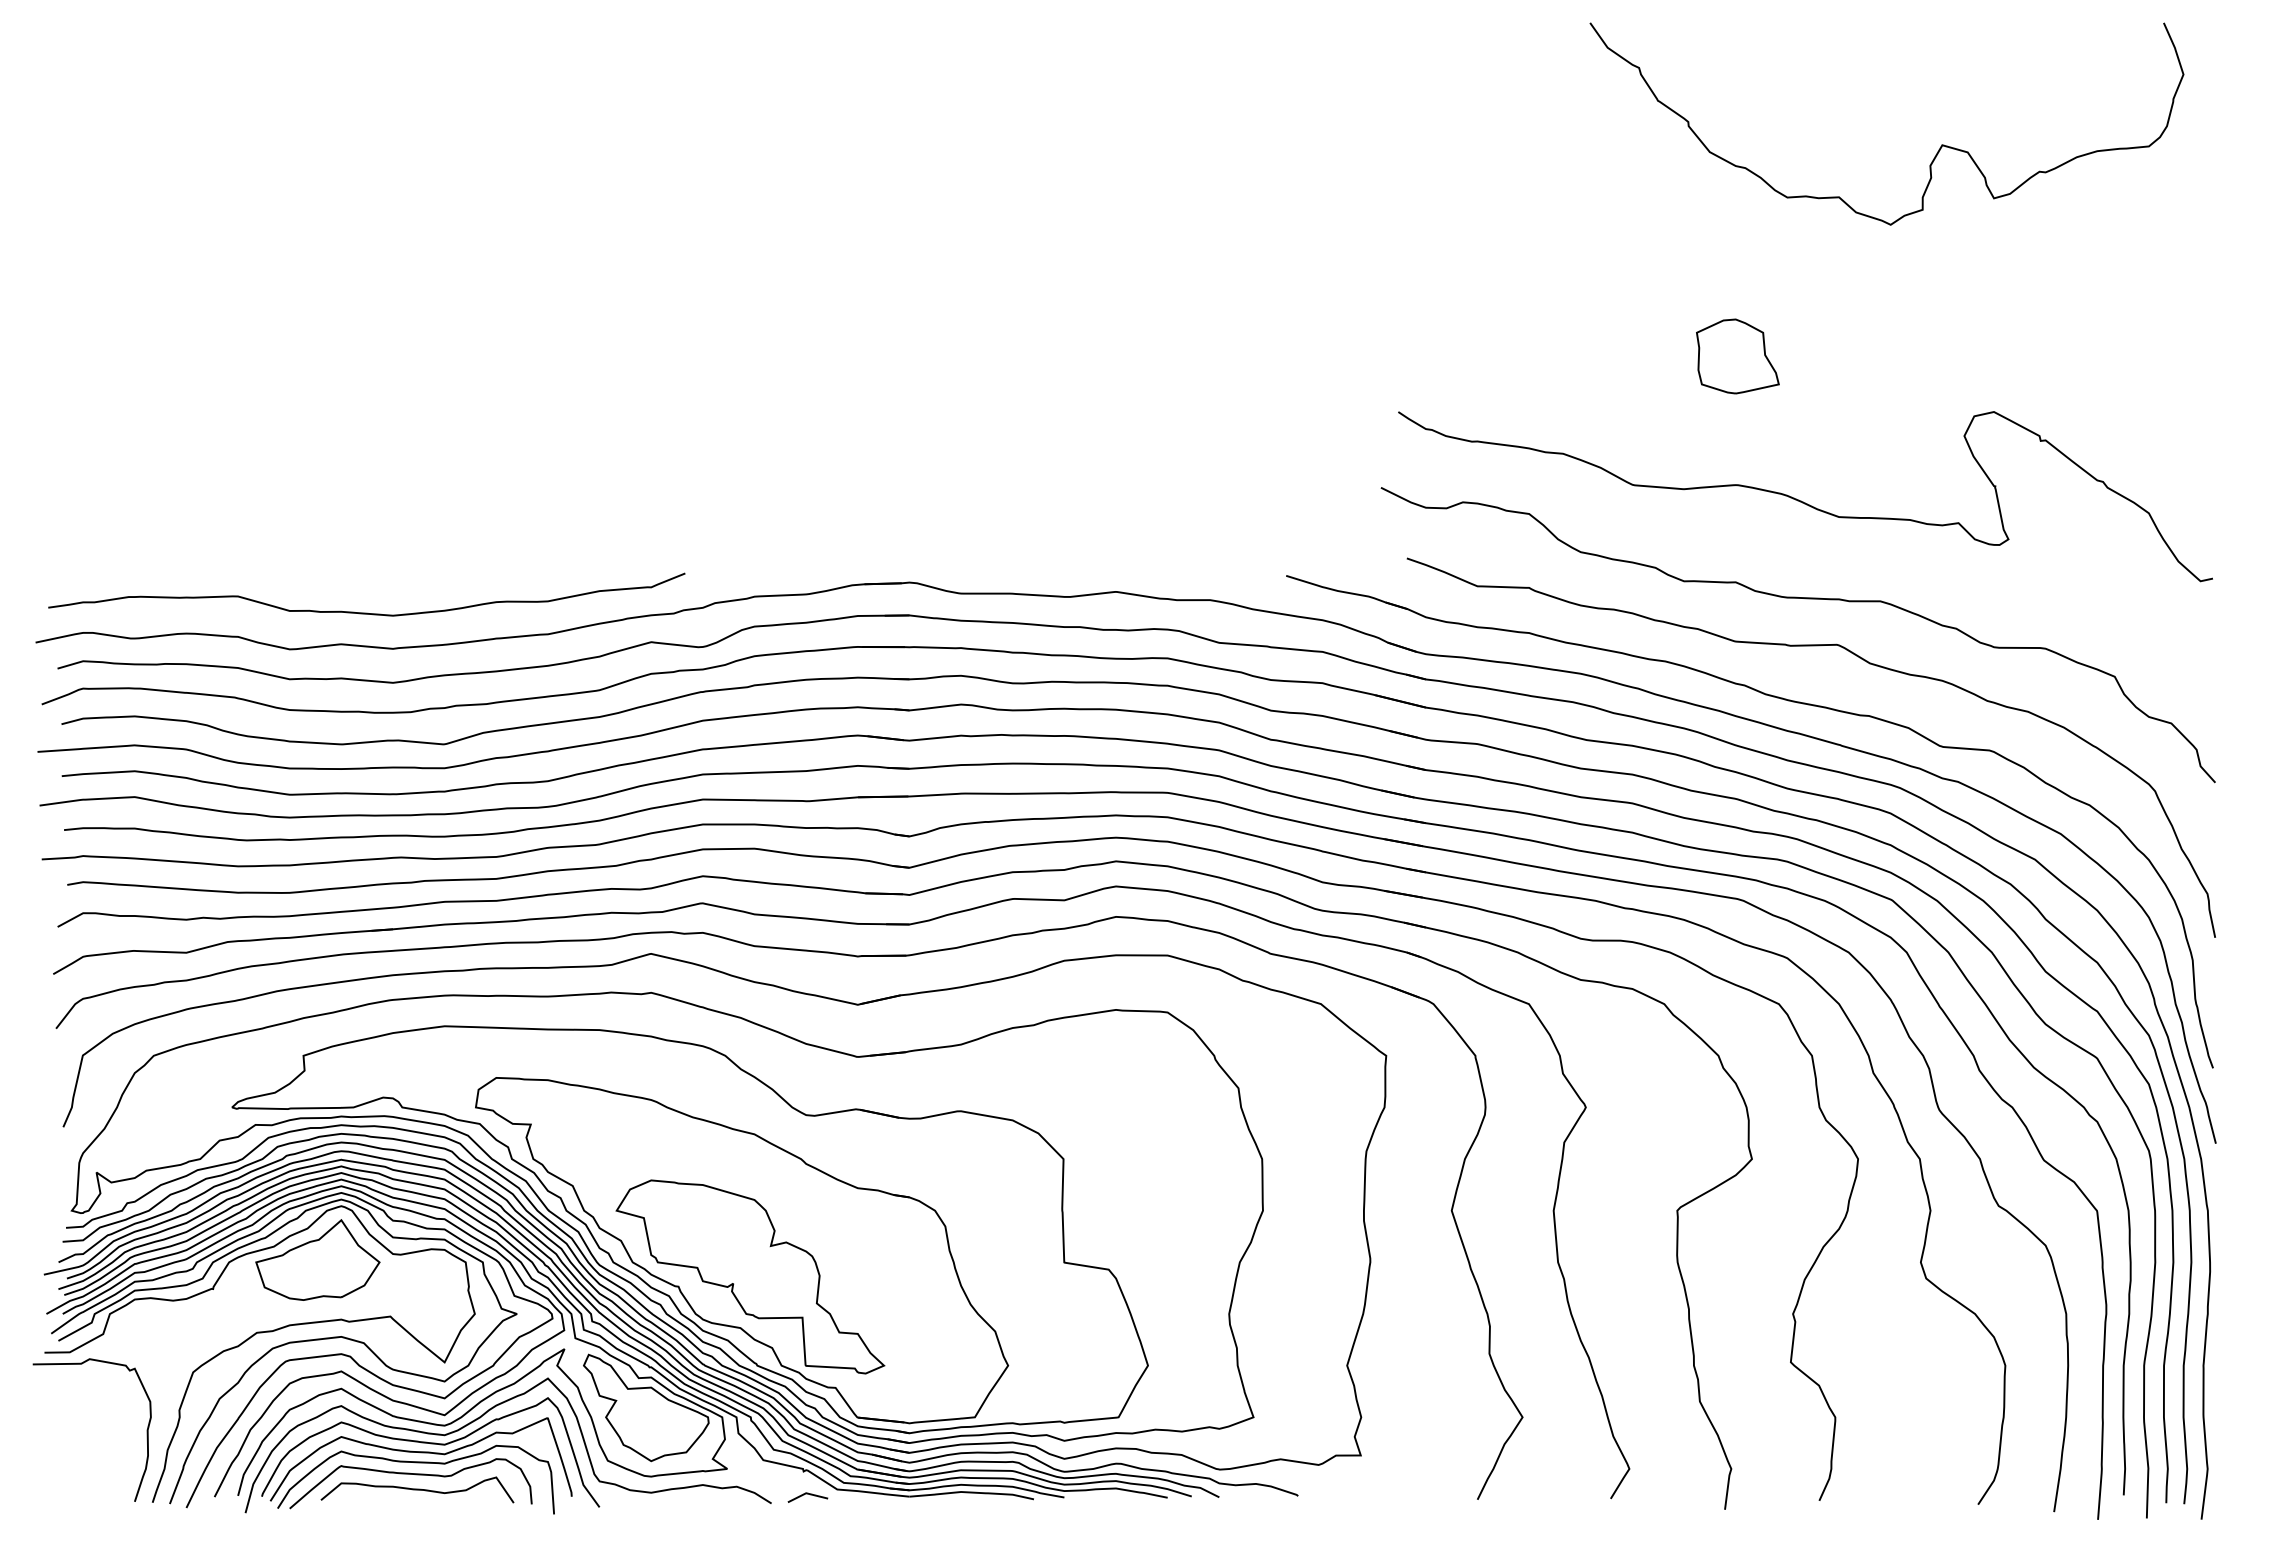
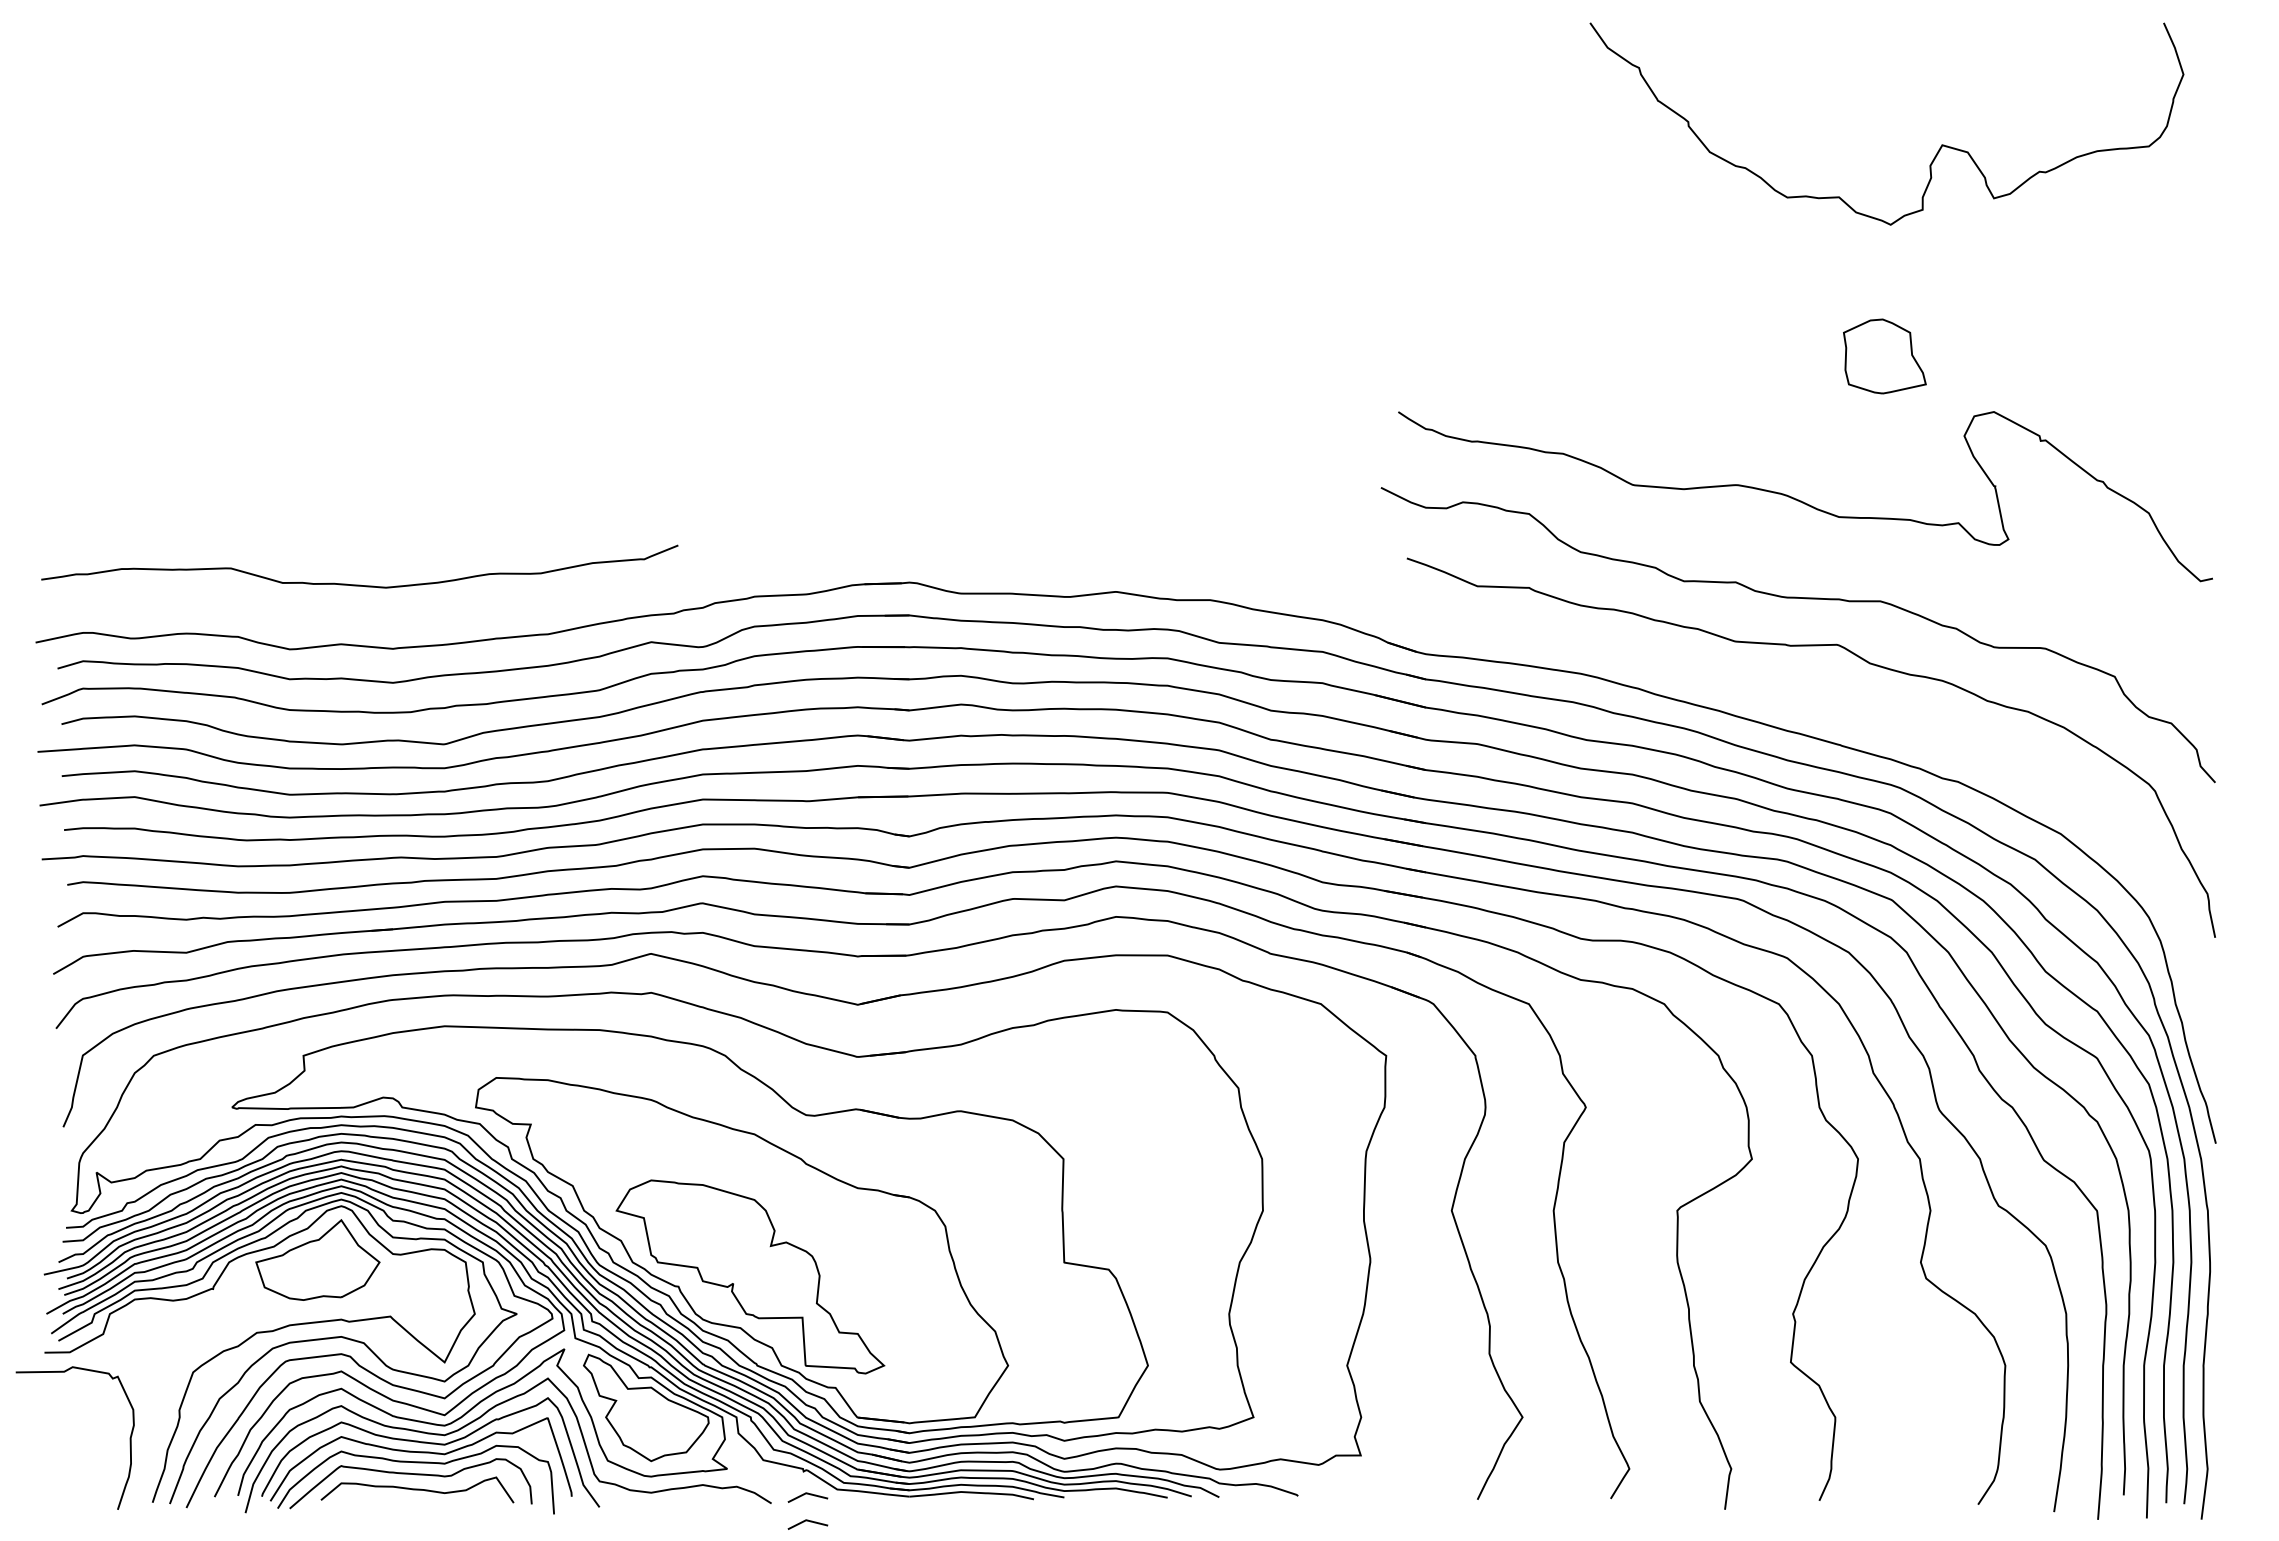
part at (1737, 356) position: (1737, 356) -> (1884, 356)
curve at (366, 612) position: (366, 612) -> (359, 584)
part at (1780, 699): present -> none
curve at (146, 1429) position: (146, 1429) -> (129, 1437)
line at (807, 1521): none -> present
